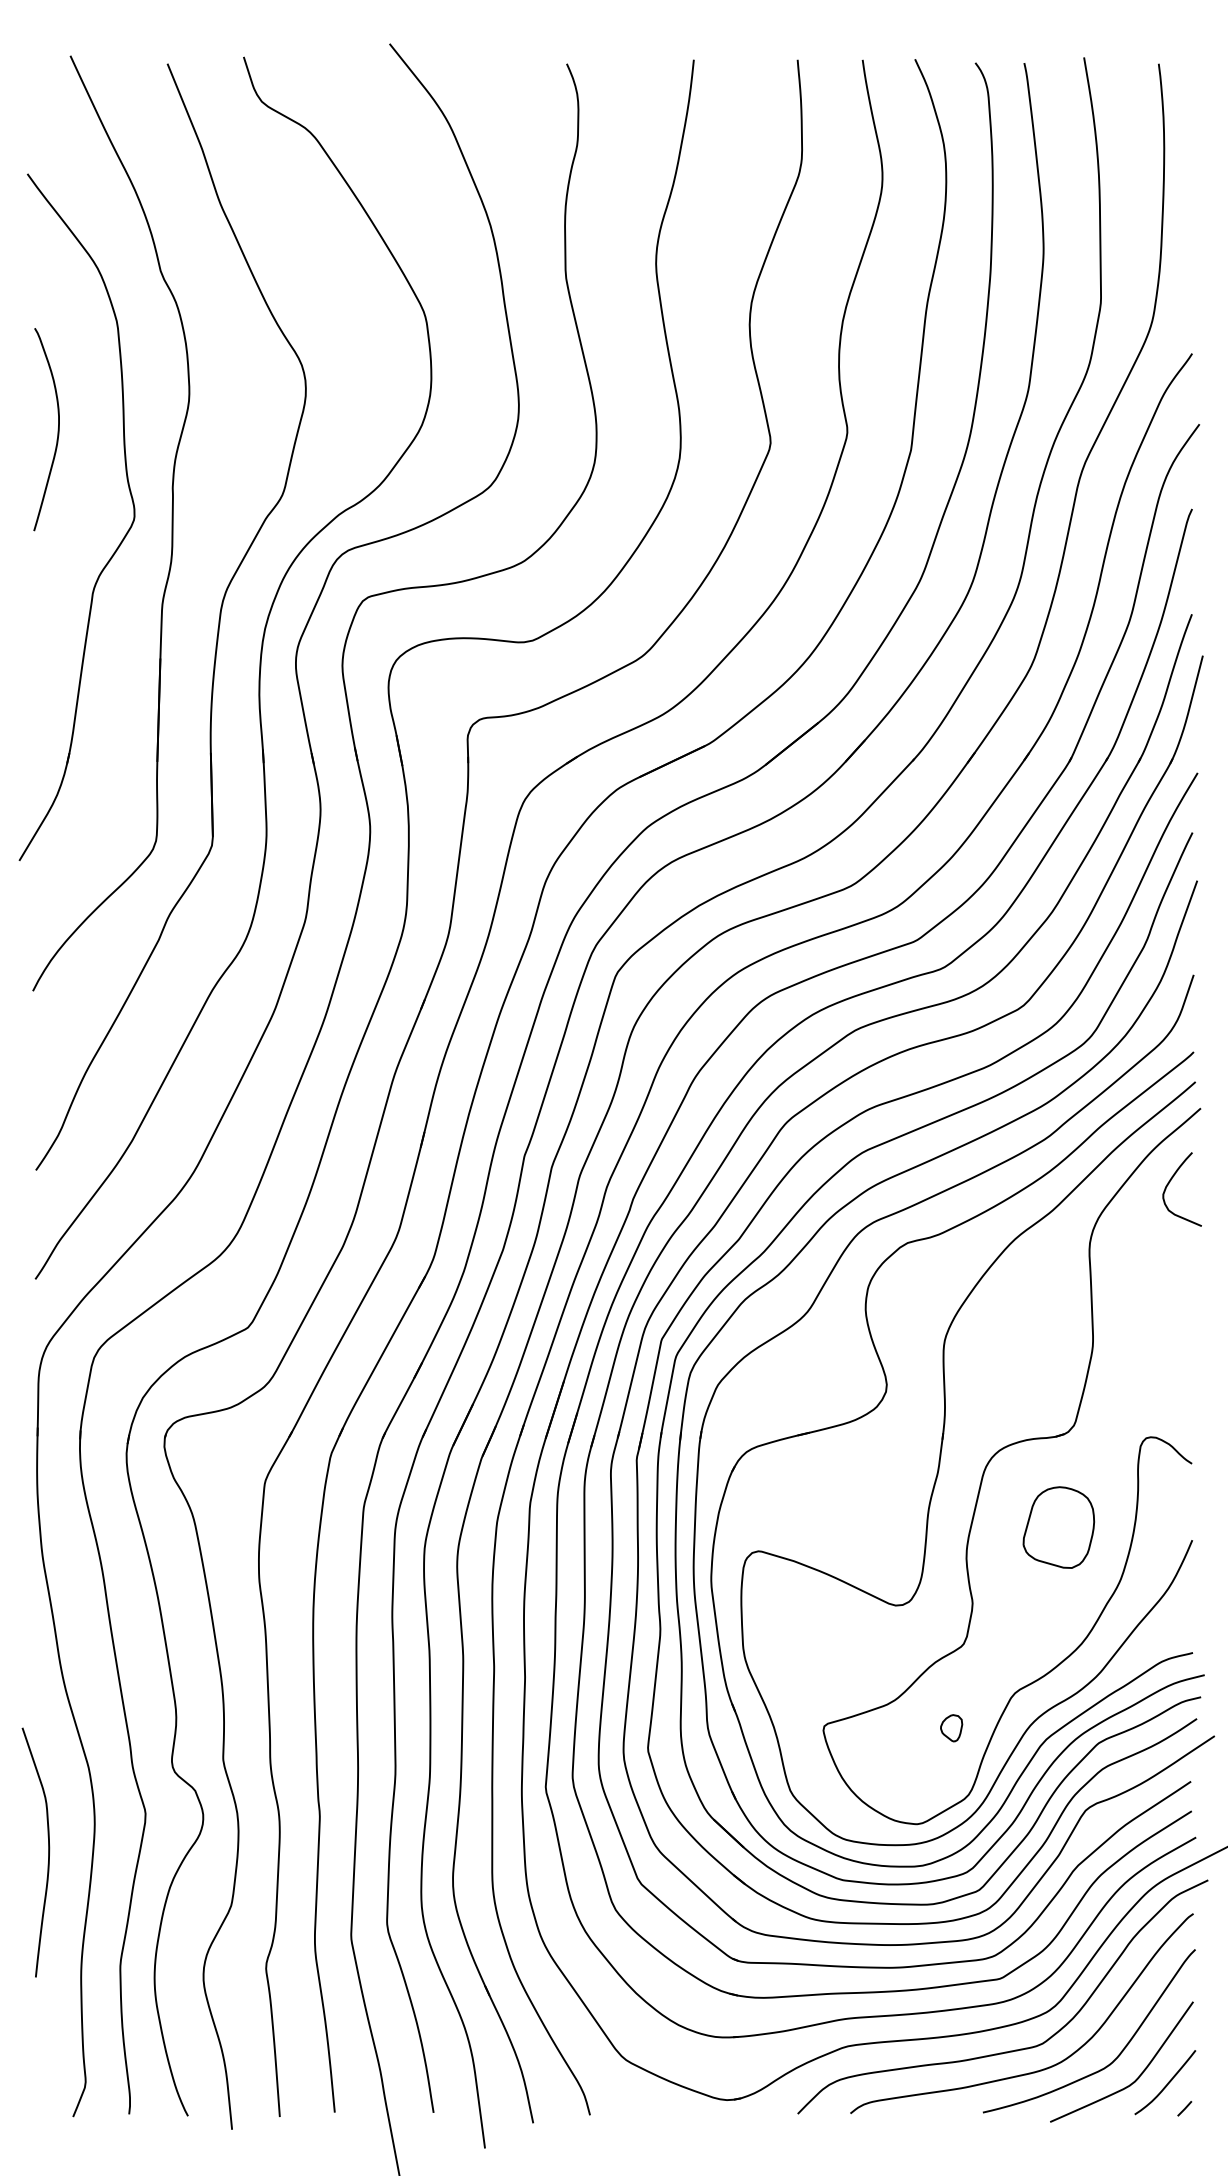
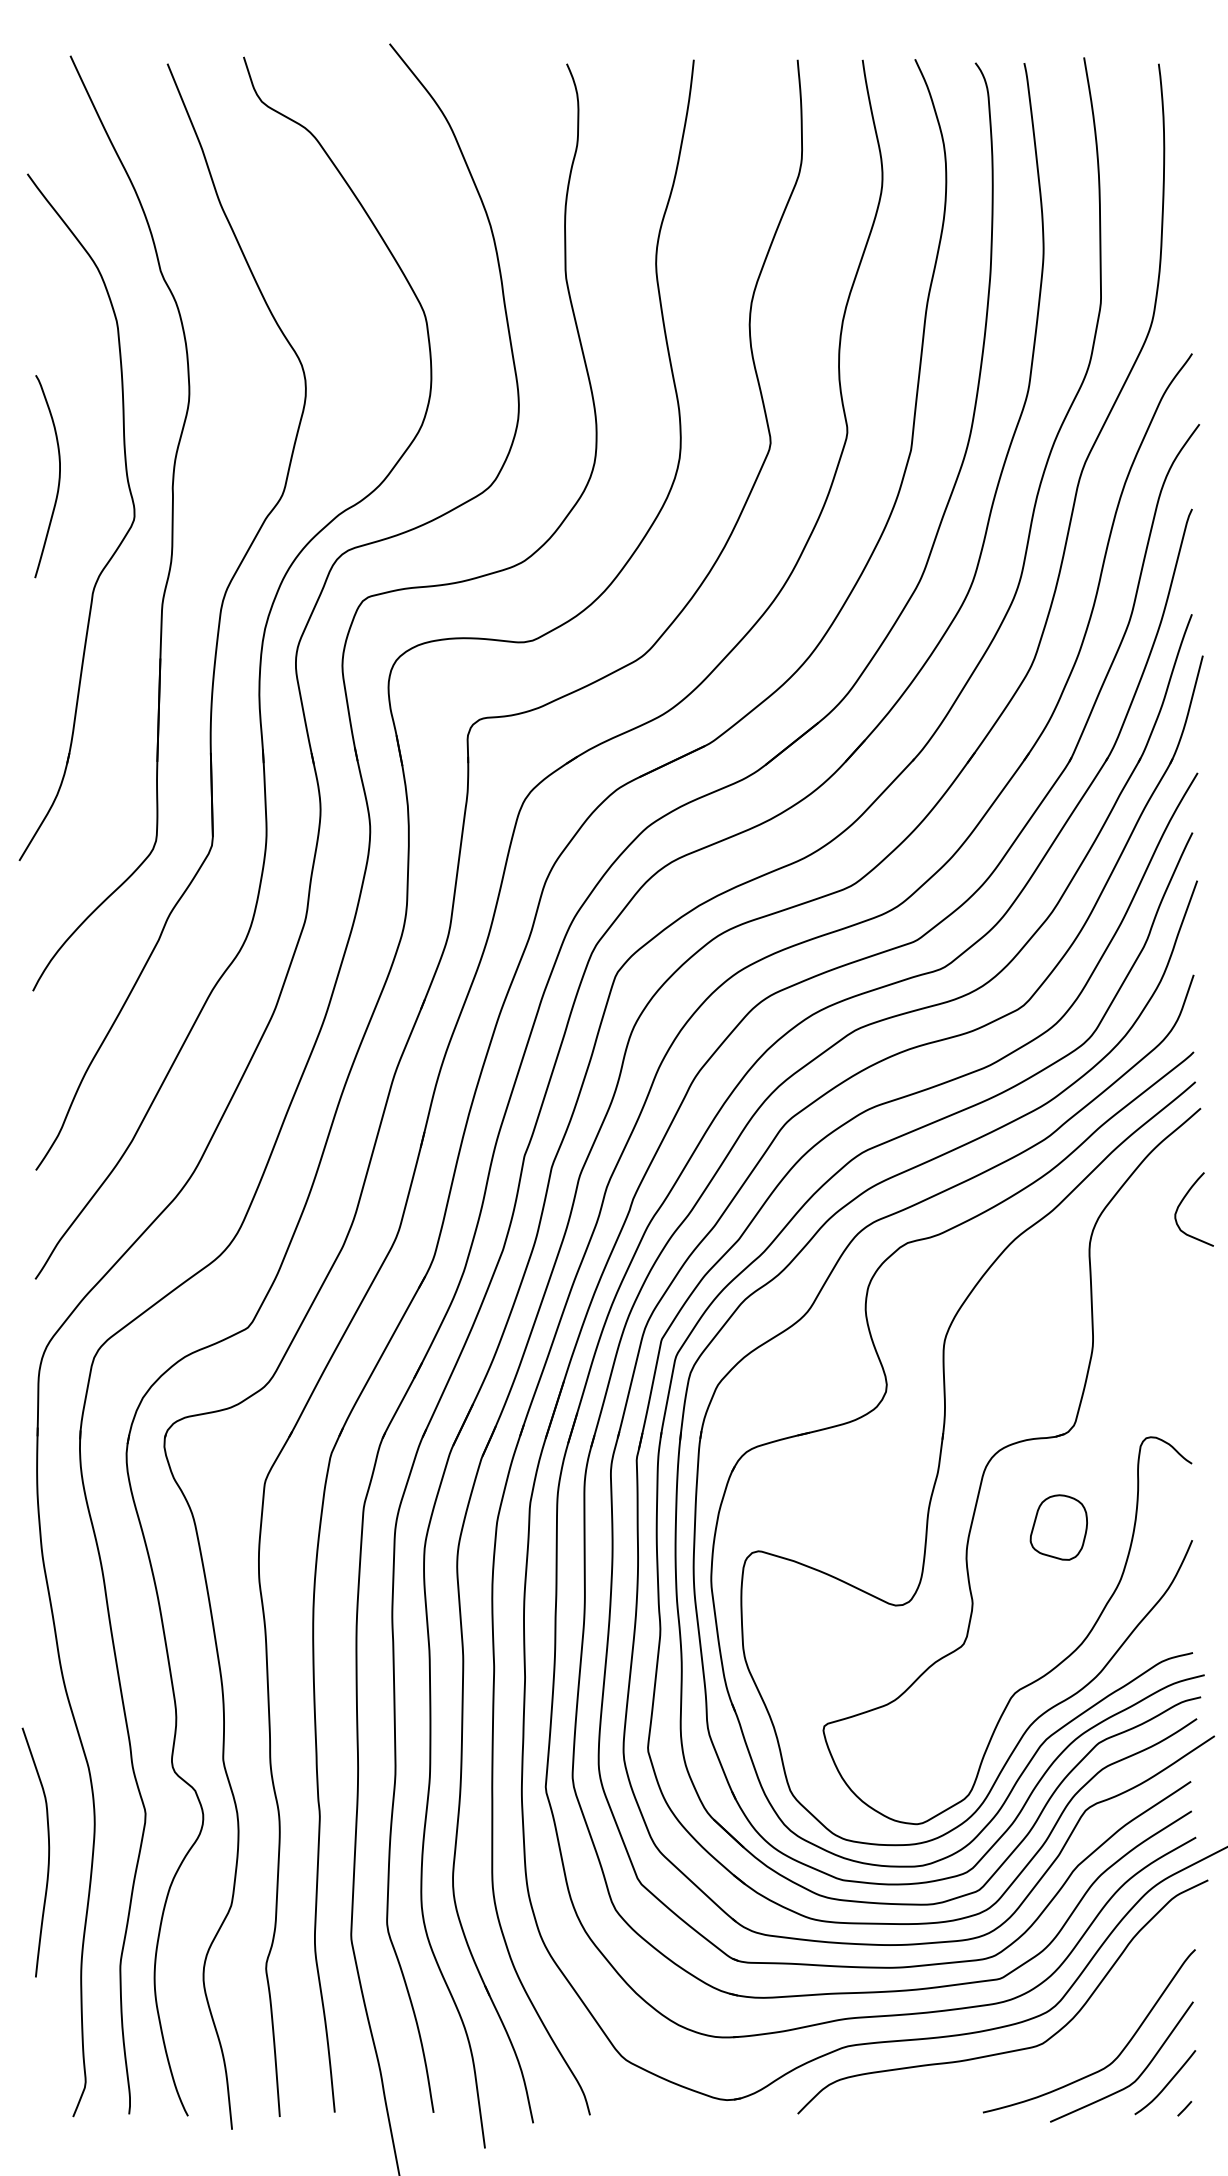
curve at (57, 429) position: (57, 429) -> (58, 476)
curve at (1170, 1182) position: (1170, 1182) -> (1182, 1202)
part at (1058, 1527) size: 74x83 px -> 59x67 px
part at (951, 1728): present -> none
curve at (1036, 2070): present -> none
